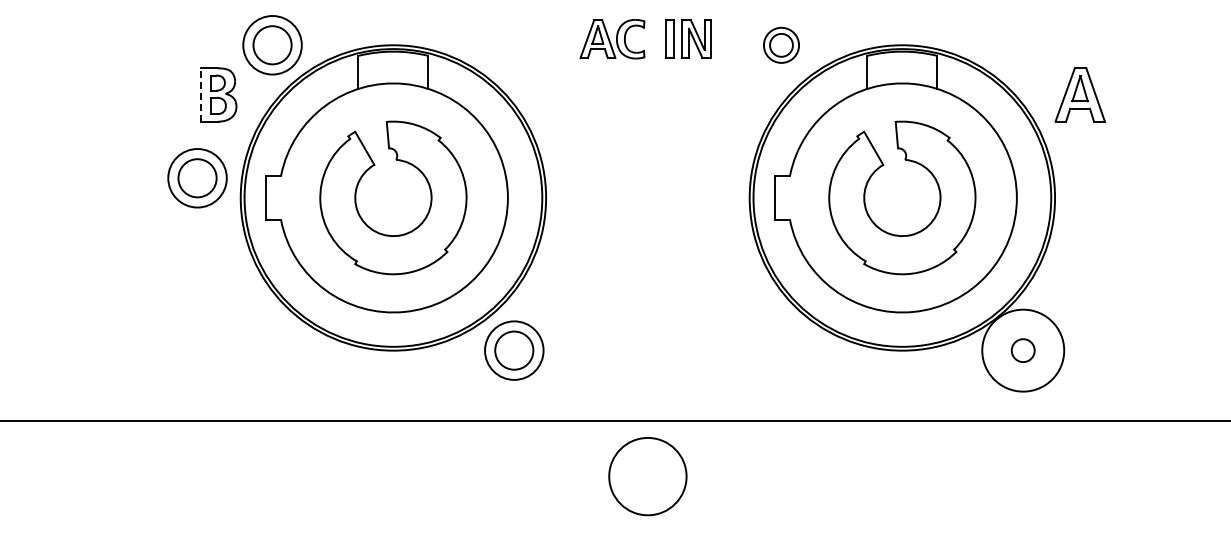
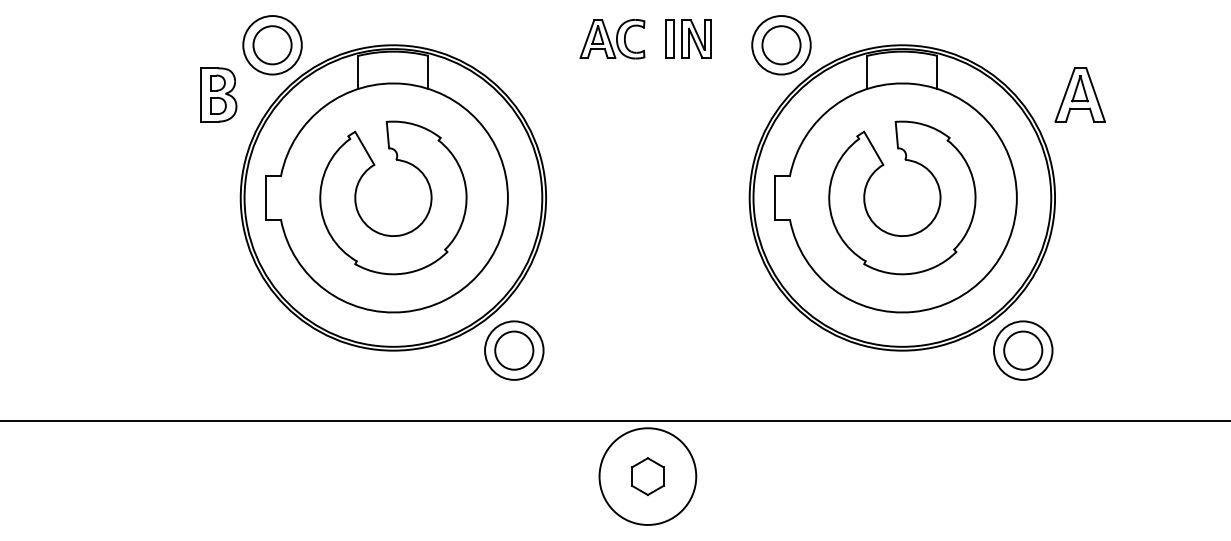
part at (781, 44) size: 37x38 px -> 61x61 px
line at (201, 95): dashed -> solid
part at (197, 178): present -> none
circle at (1022, 350) diameter: 23 px -> 38 px
circle at (1023, 350) diameter: 82 px -> 59 px
circle at (647, 476) diameter: 77 px -> 97 px
part at (647, 476): none -> present
